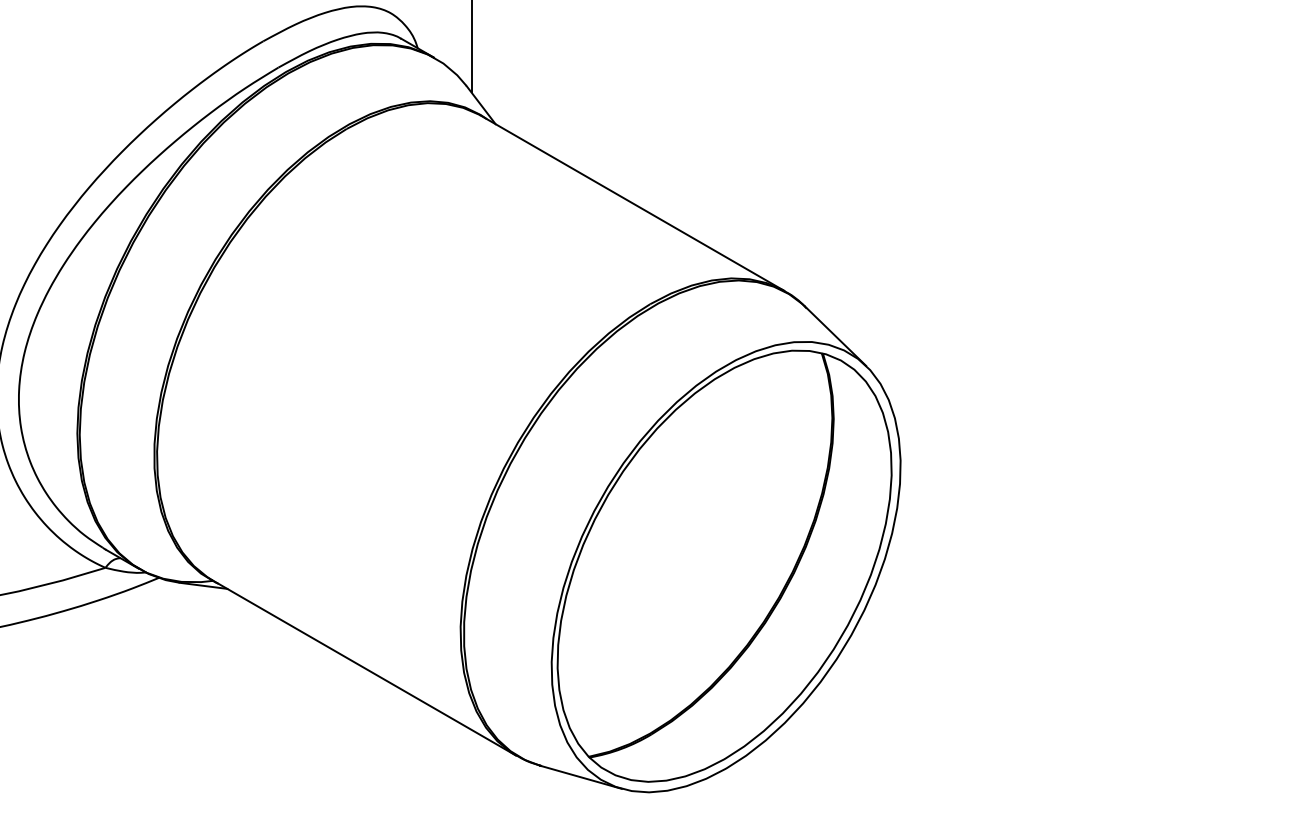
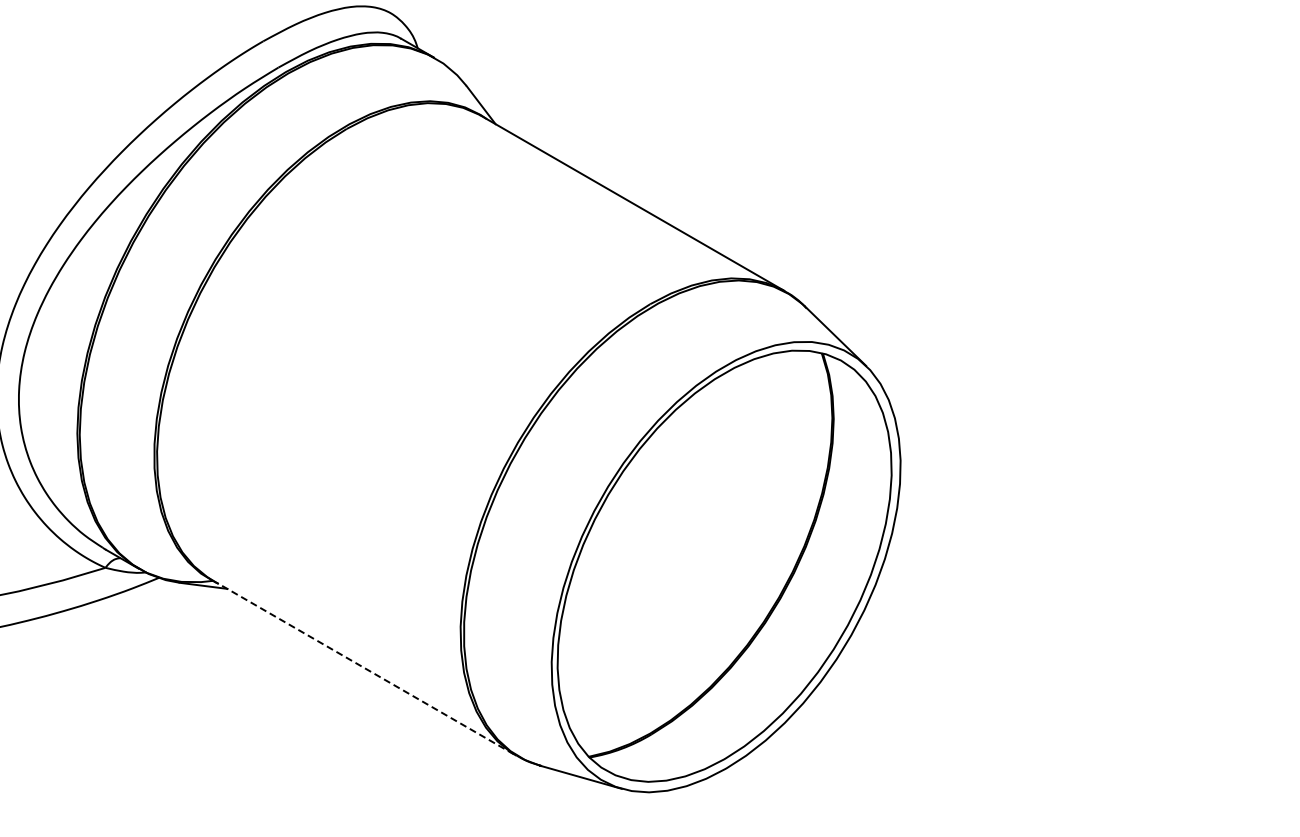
line at (471, 47): present -> none
line at (364, 668): solid -> dashed
